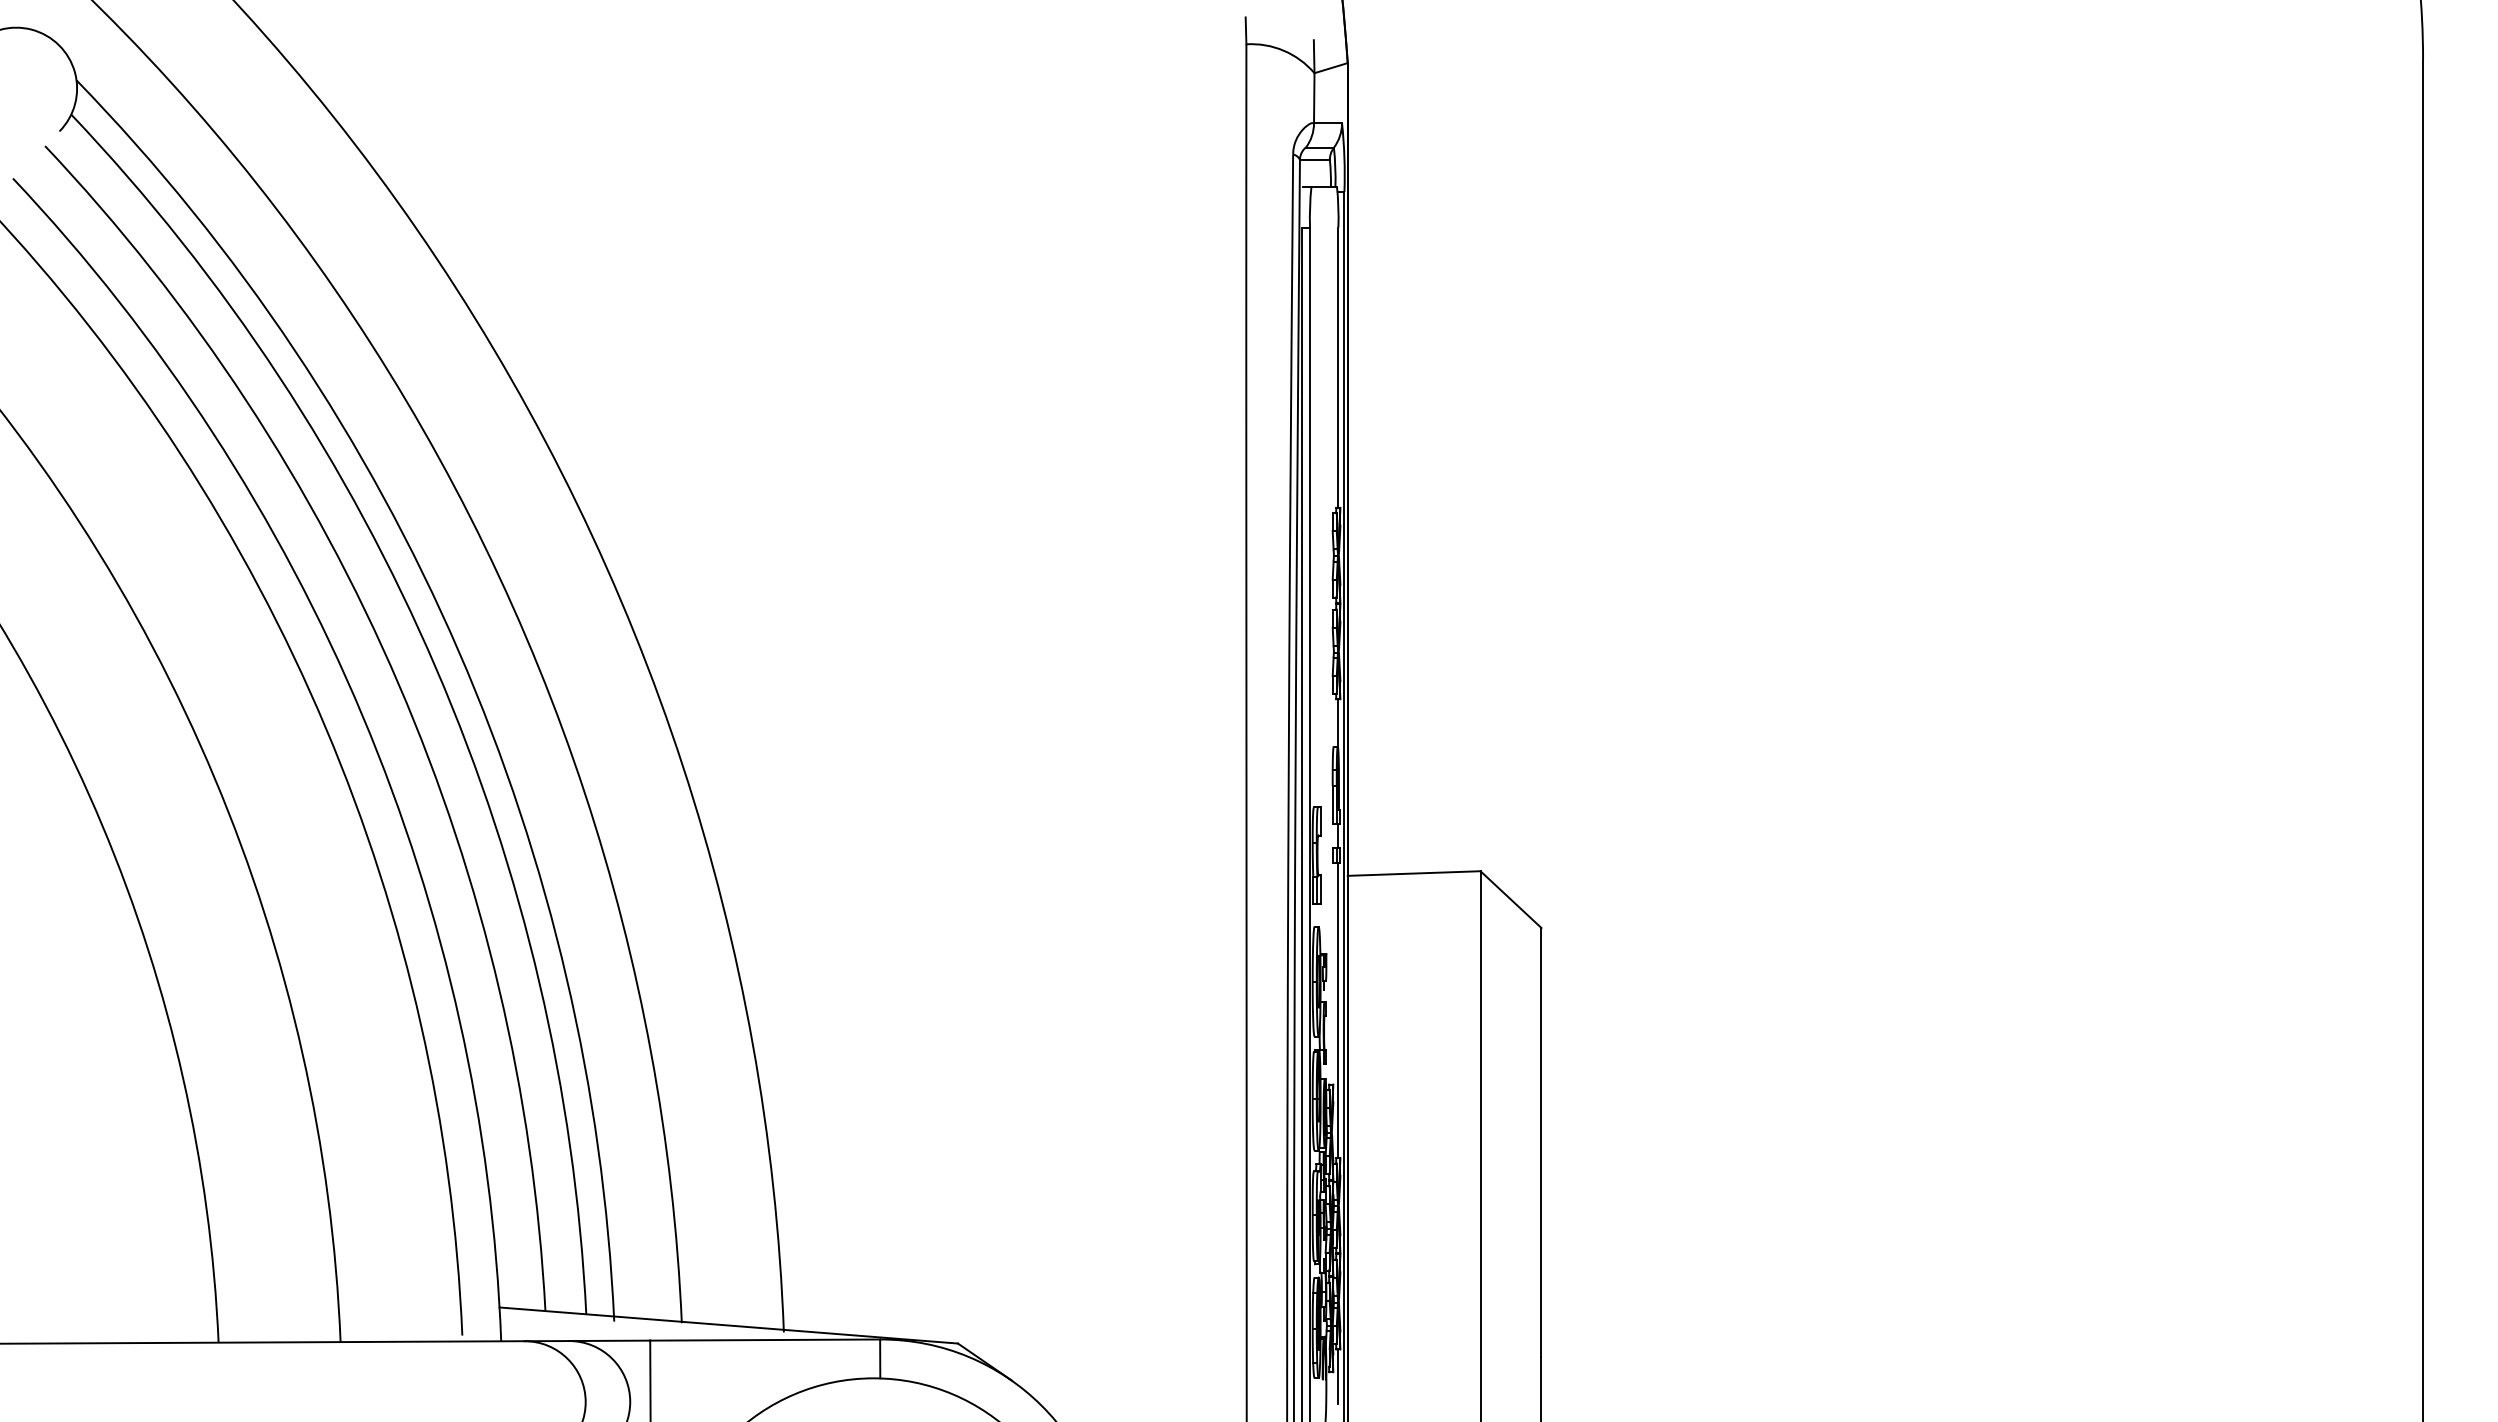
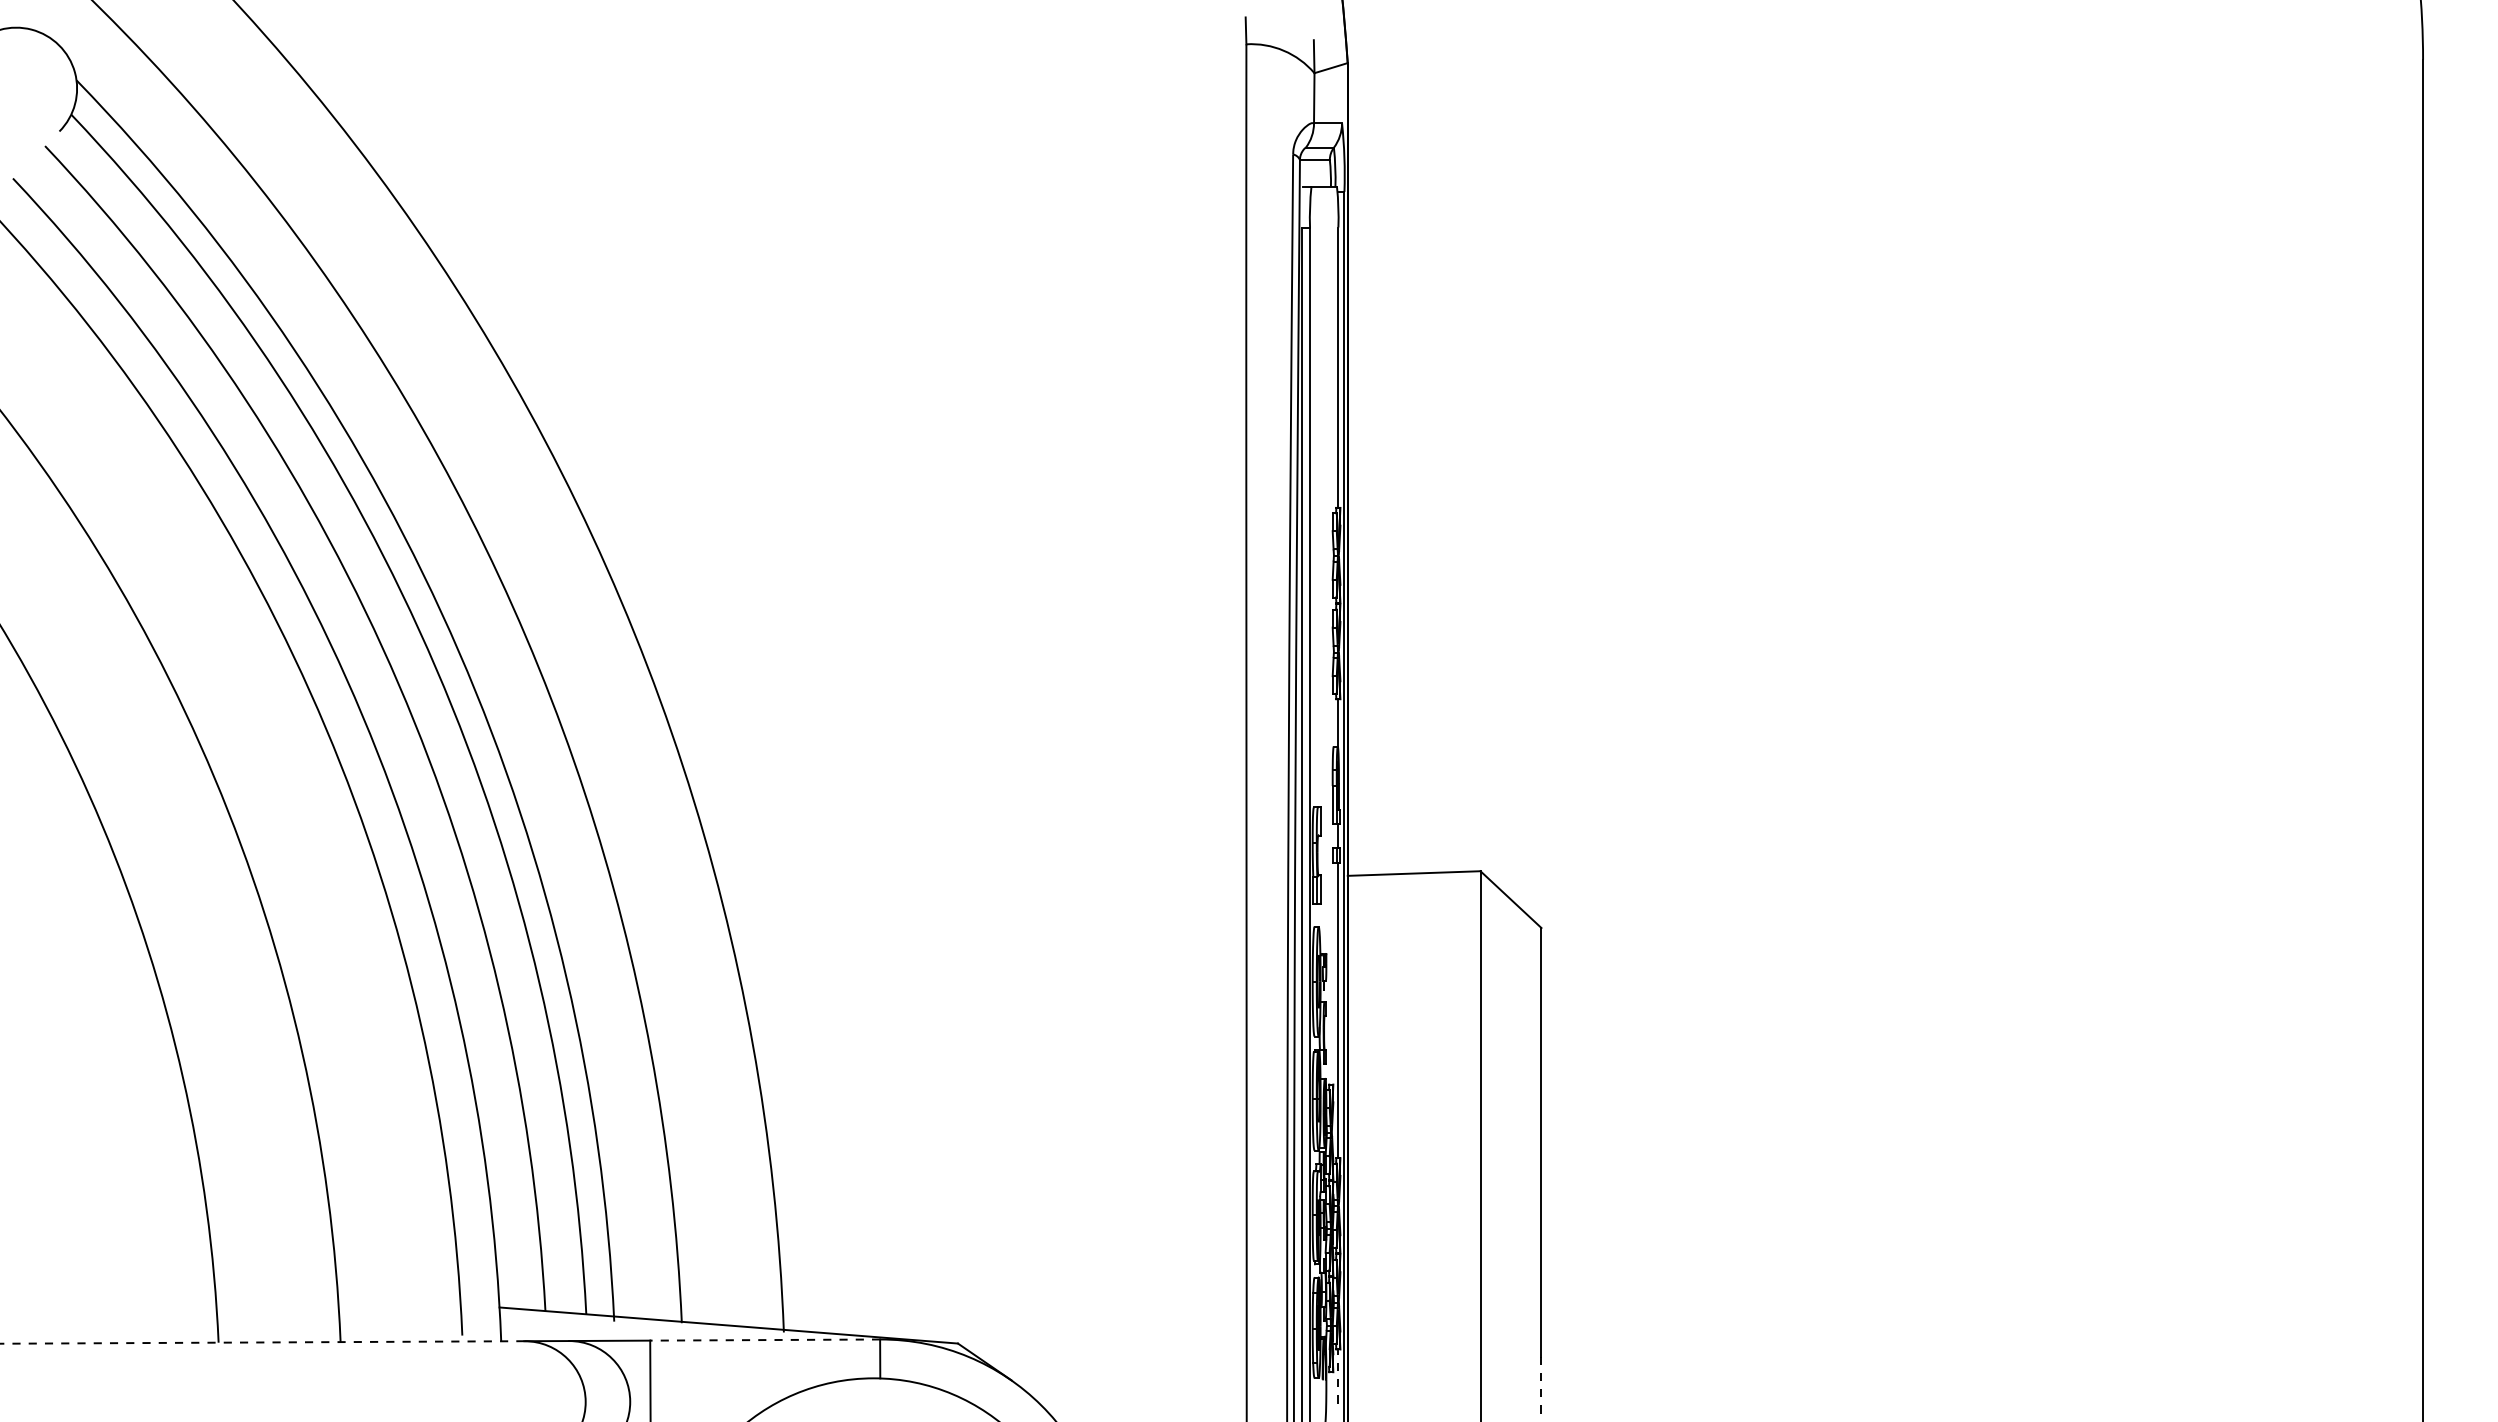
line at (765, 1340): solid -> dashed
line at (262, 1342): solid -> dashed
line at (1338, 1376): solid -> dashed
line at (1541, 1389): solid -> dashed
